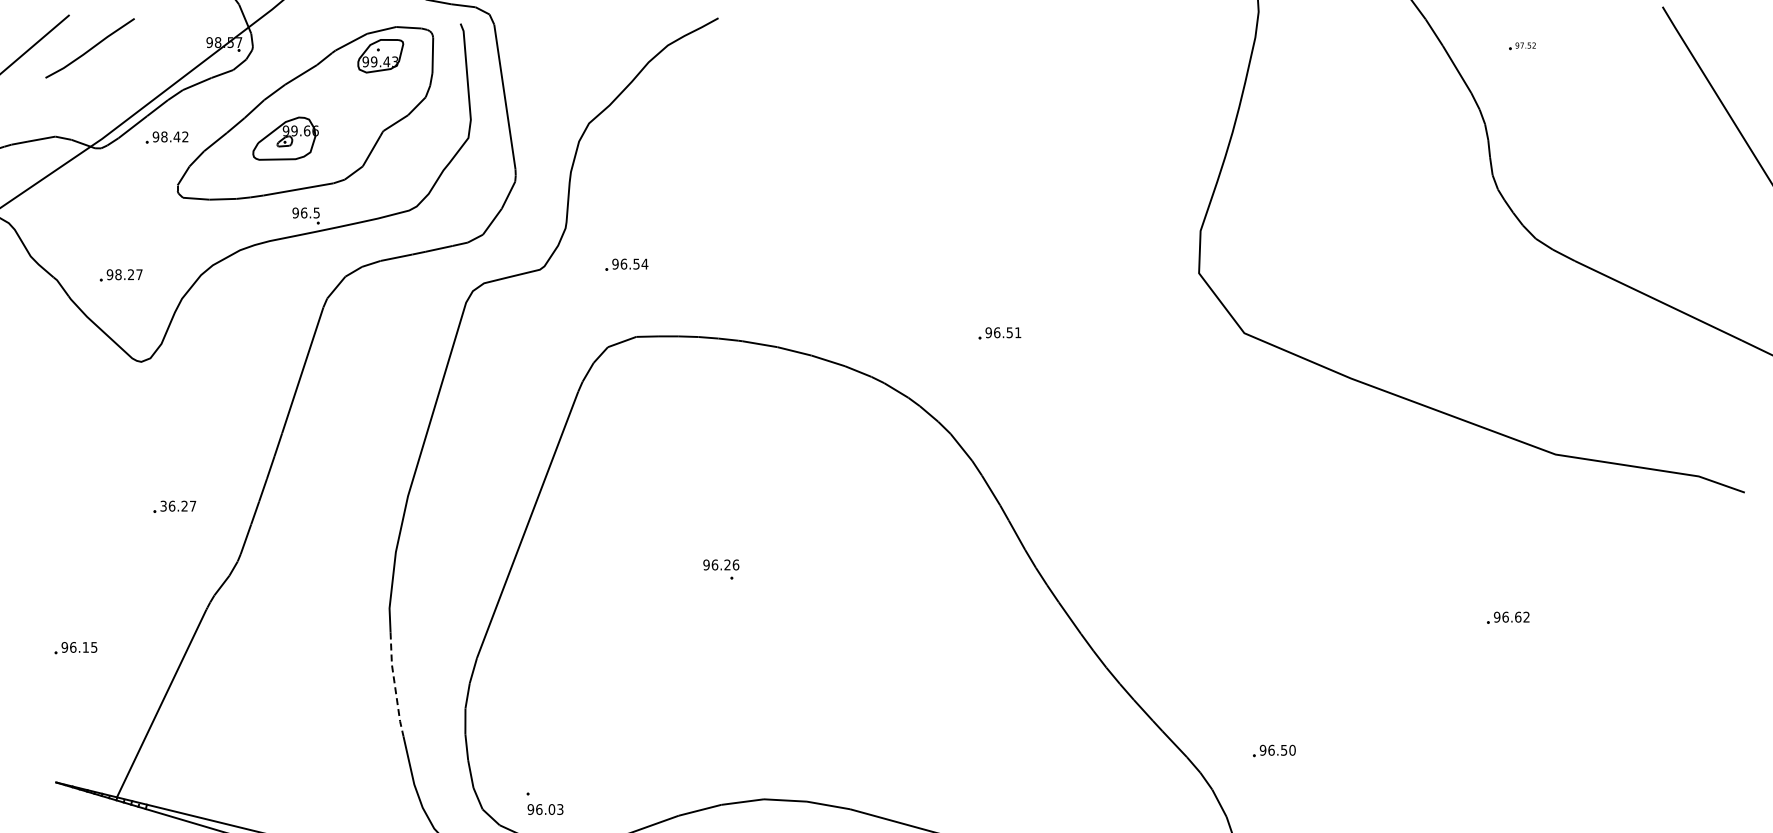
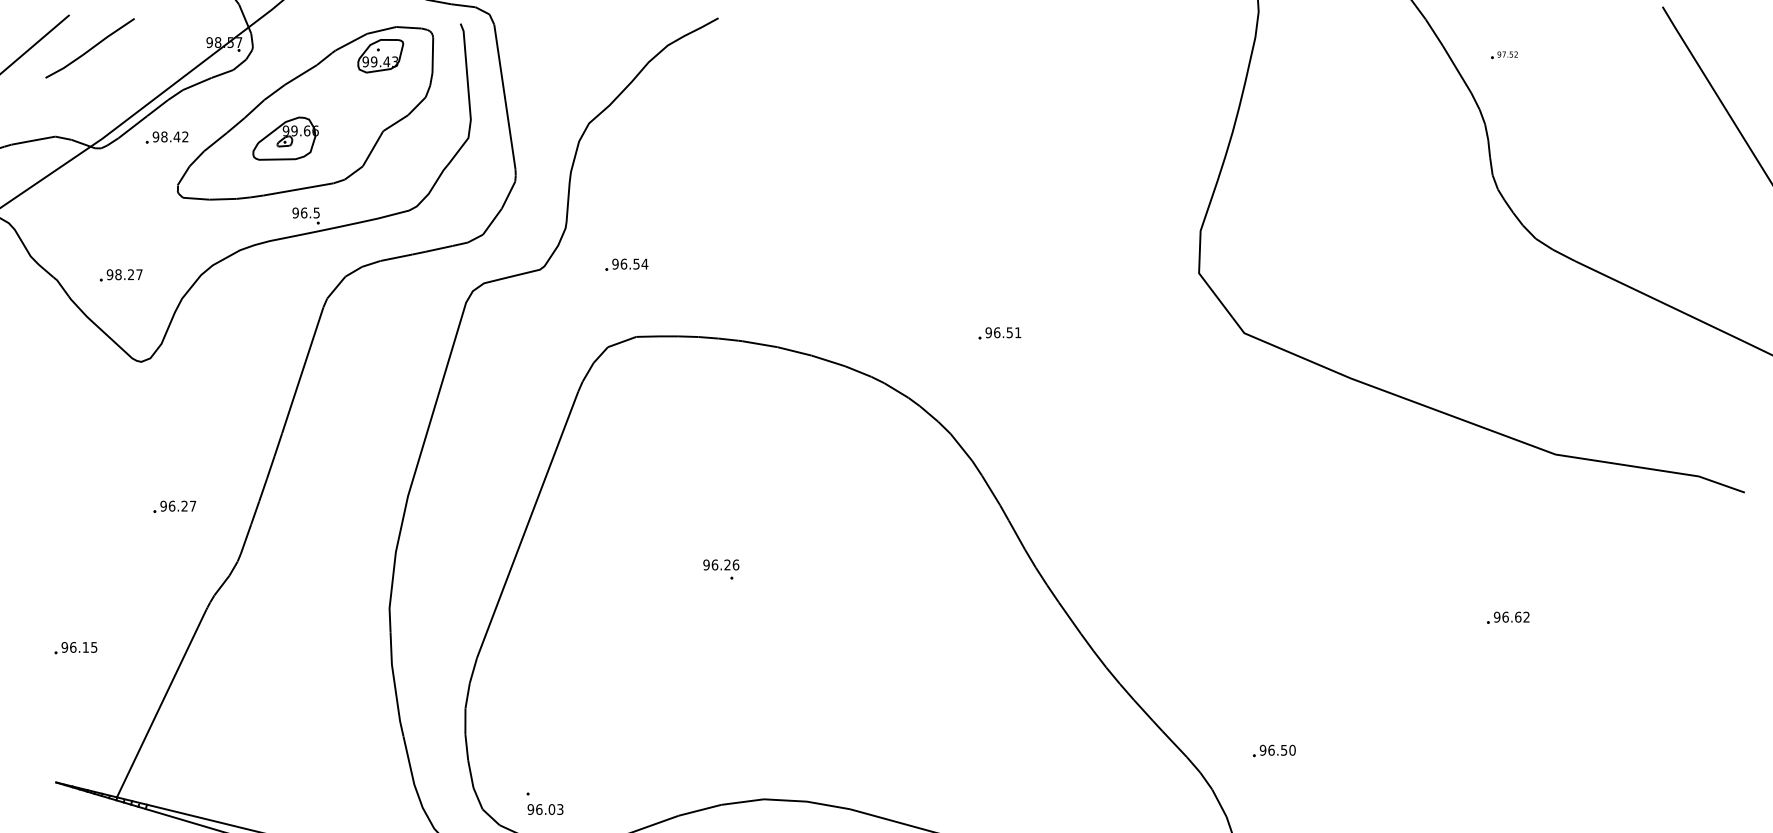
text at (1522, 46) position: (1522, 46) -> (1504, 55)
text at (163, 505): 36.27 -> 96.27
line at (394, 685): dashed -> solid
